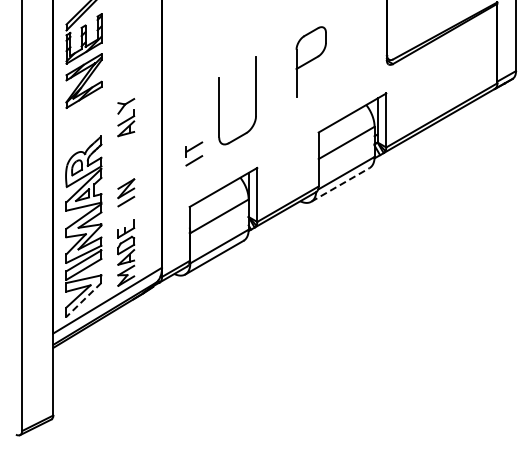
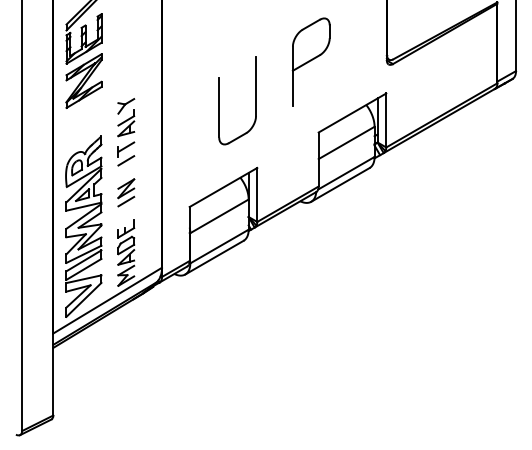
part at (310, 61) size: 32x72 px -> 40x90 px
part at (194, 153) position: (194, 153) -> (126, 153)
line at (340, 184): dashed -> solid
line at (83, 300): dashed -> solid
